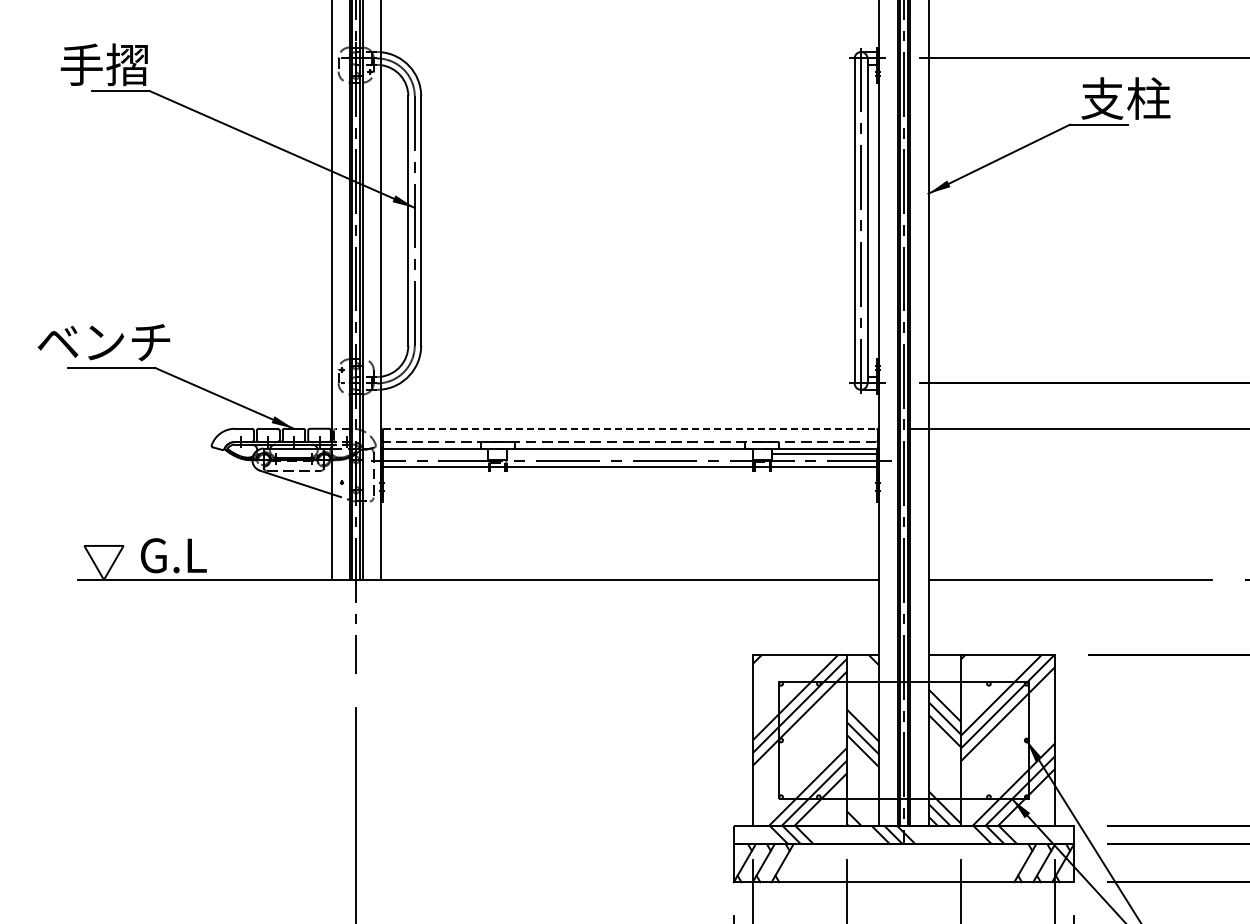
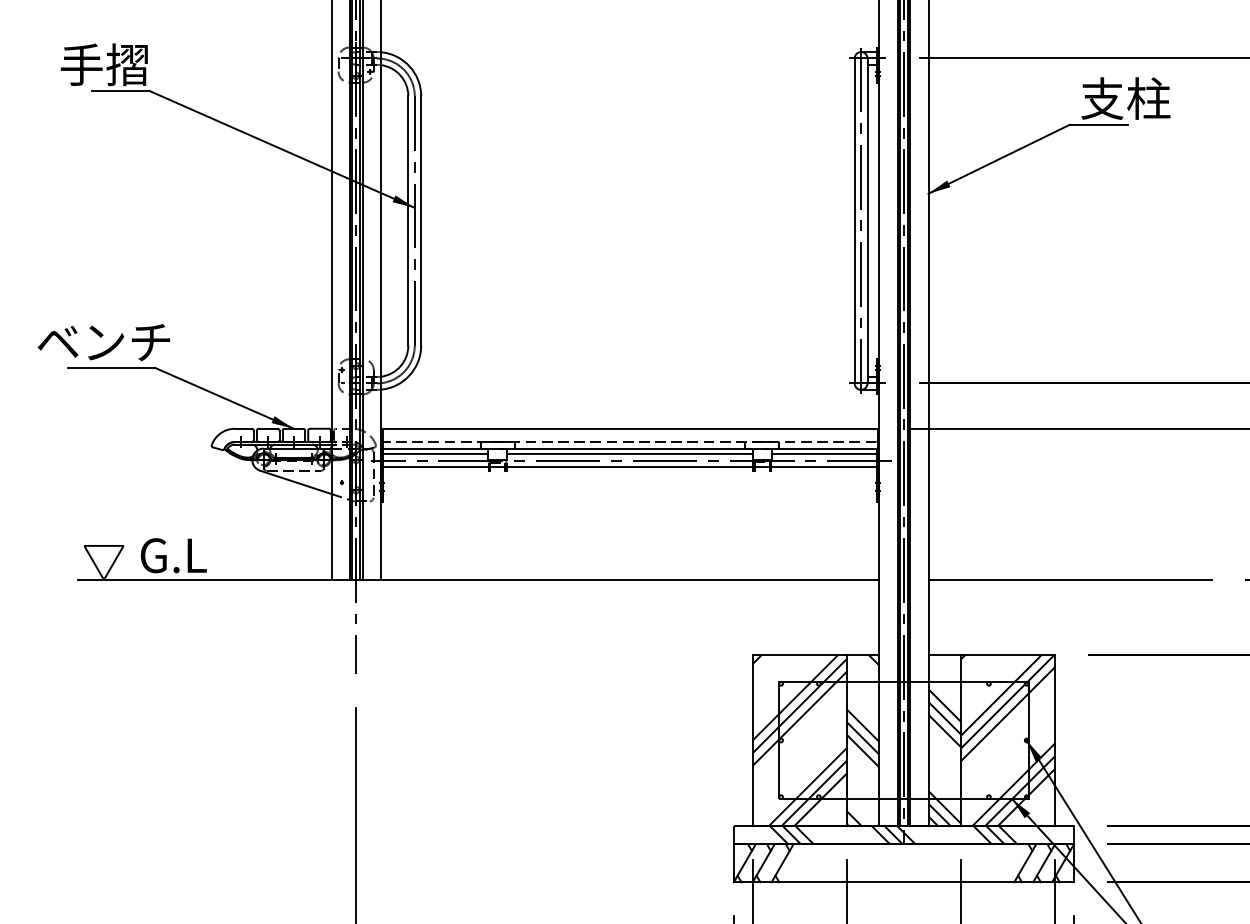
line at (630, 428): dashed -> solid
line at (435, 454): none -> present
line at (629, 454): none -> present
